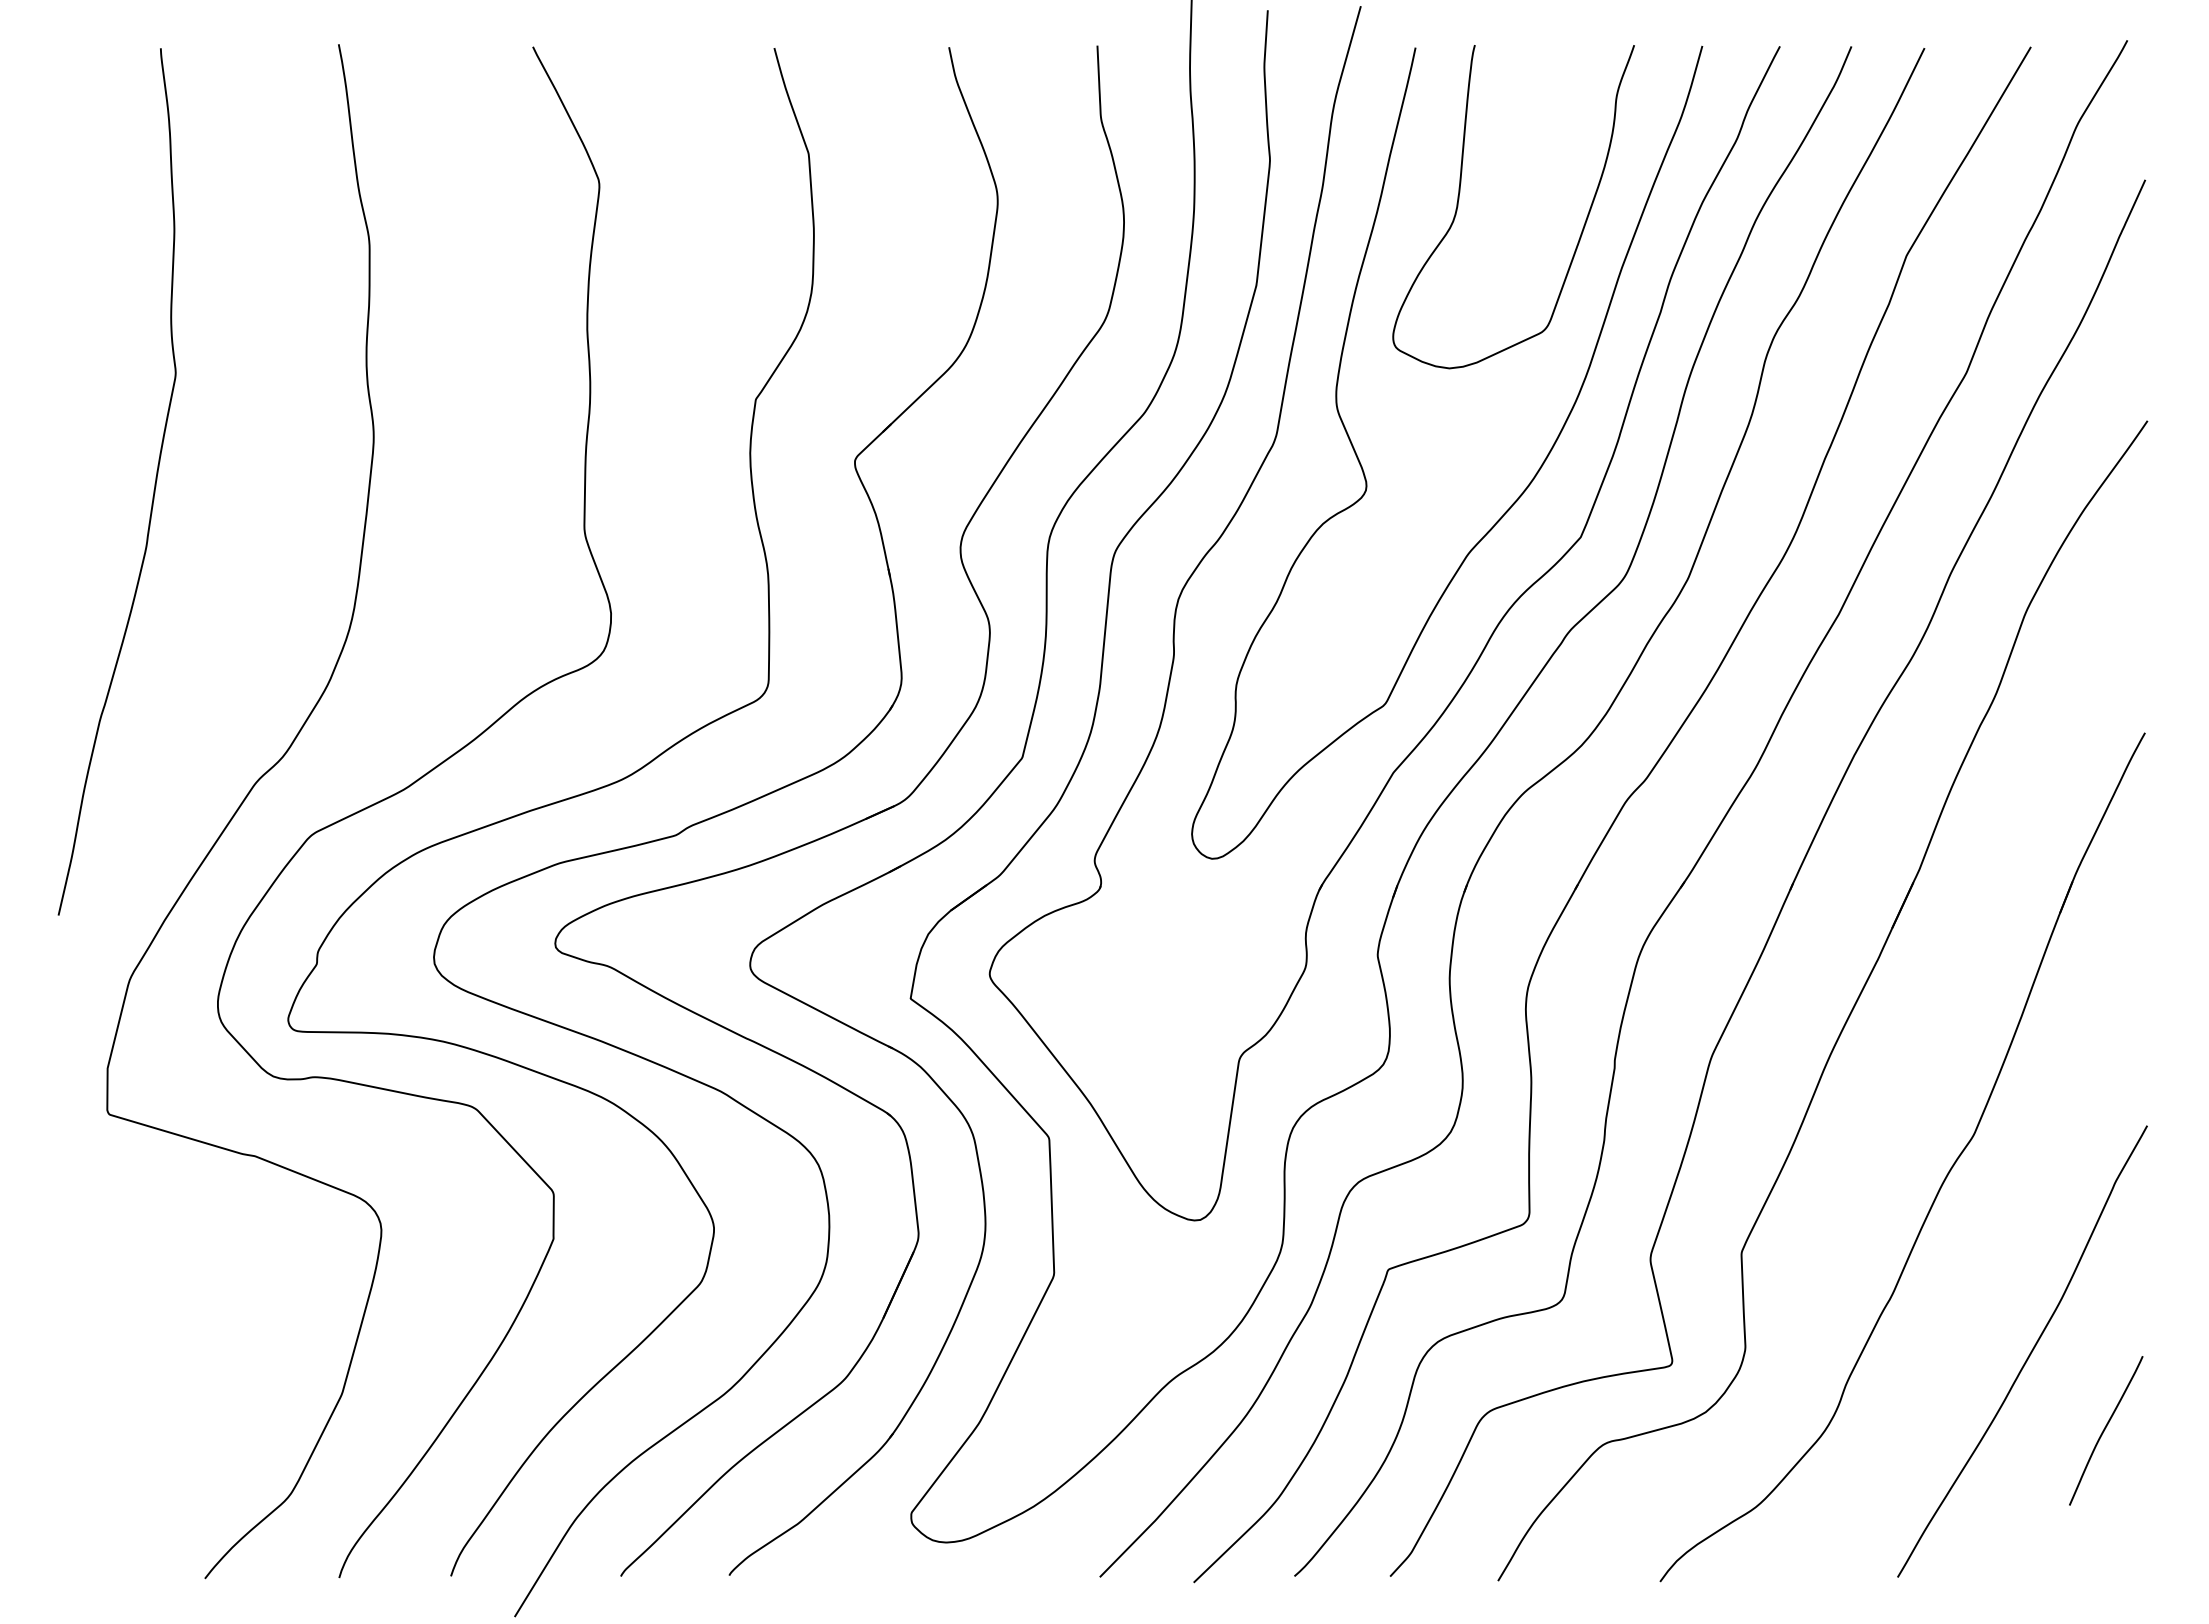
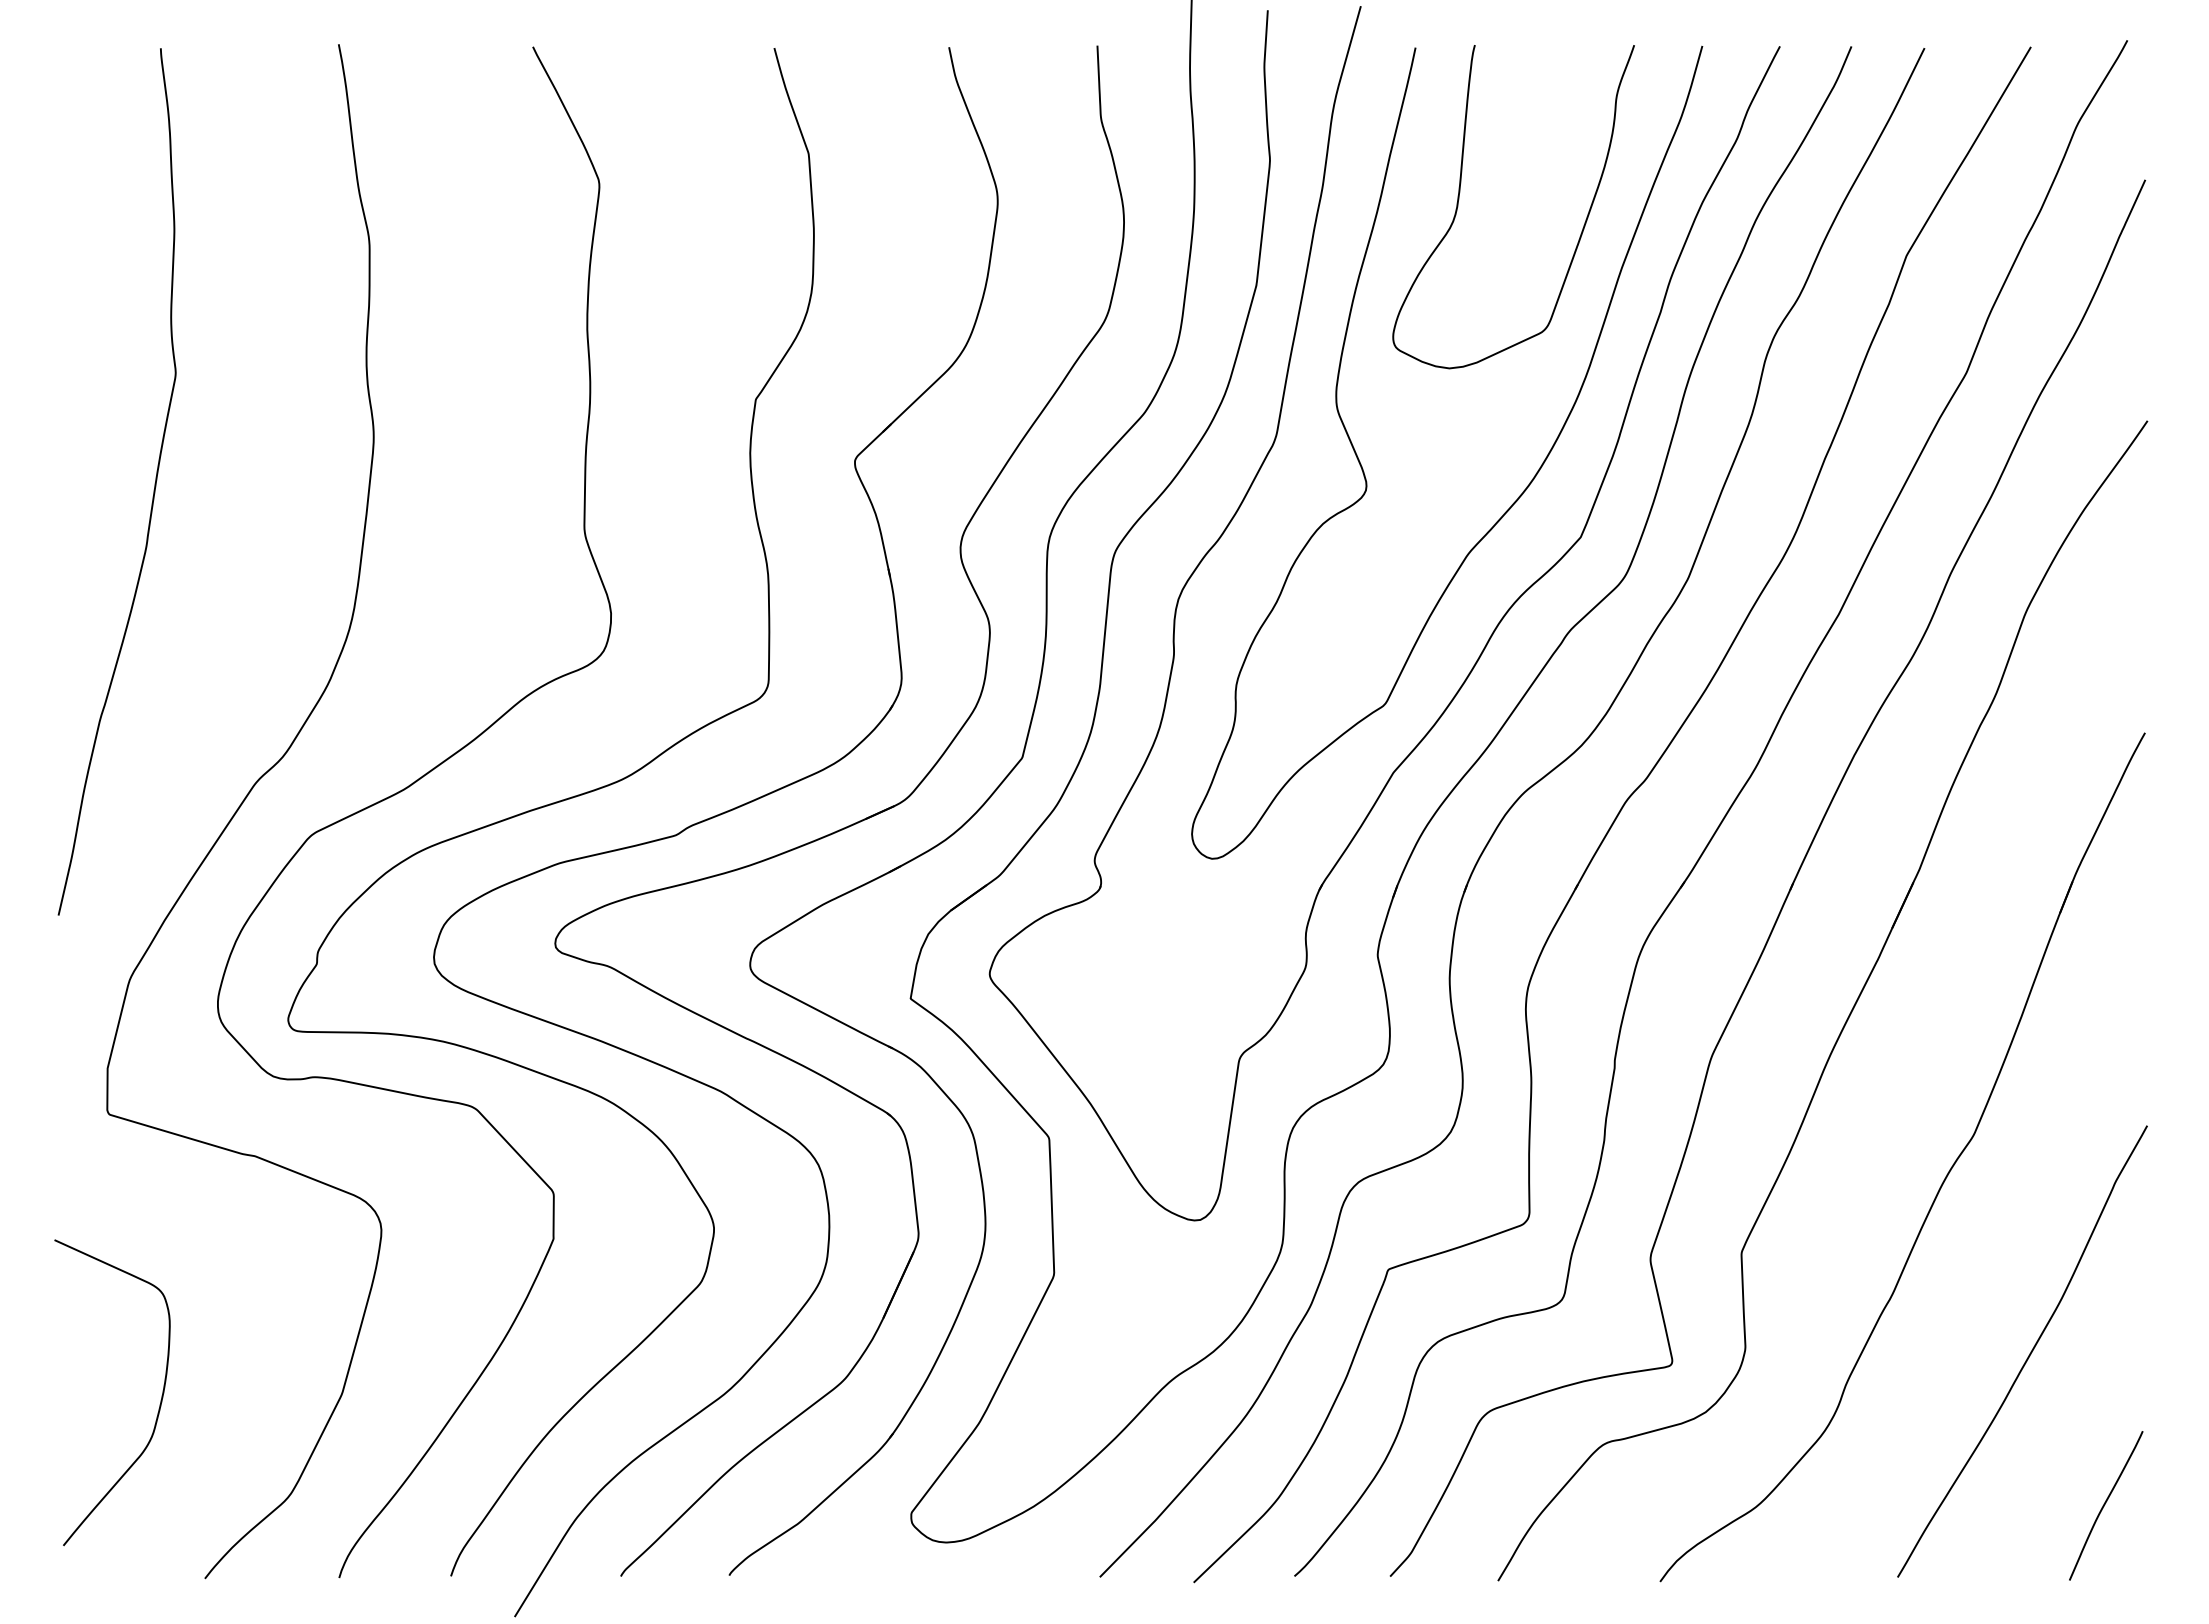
curve at (159, 1404): none -> present
curve at (2105, 1429) position: (2105, 1429) -> (2105, 1504)
